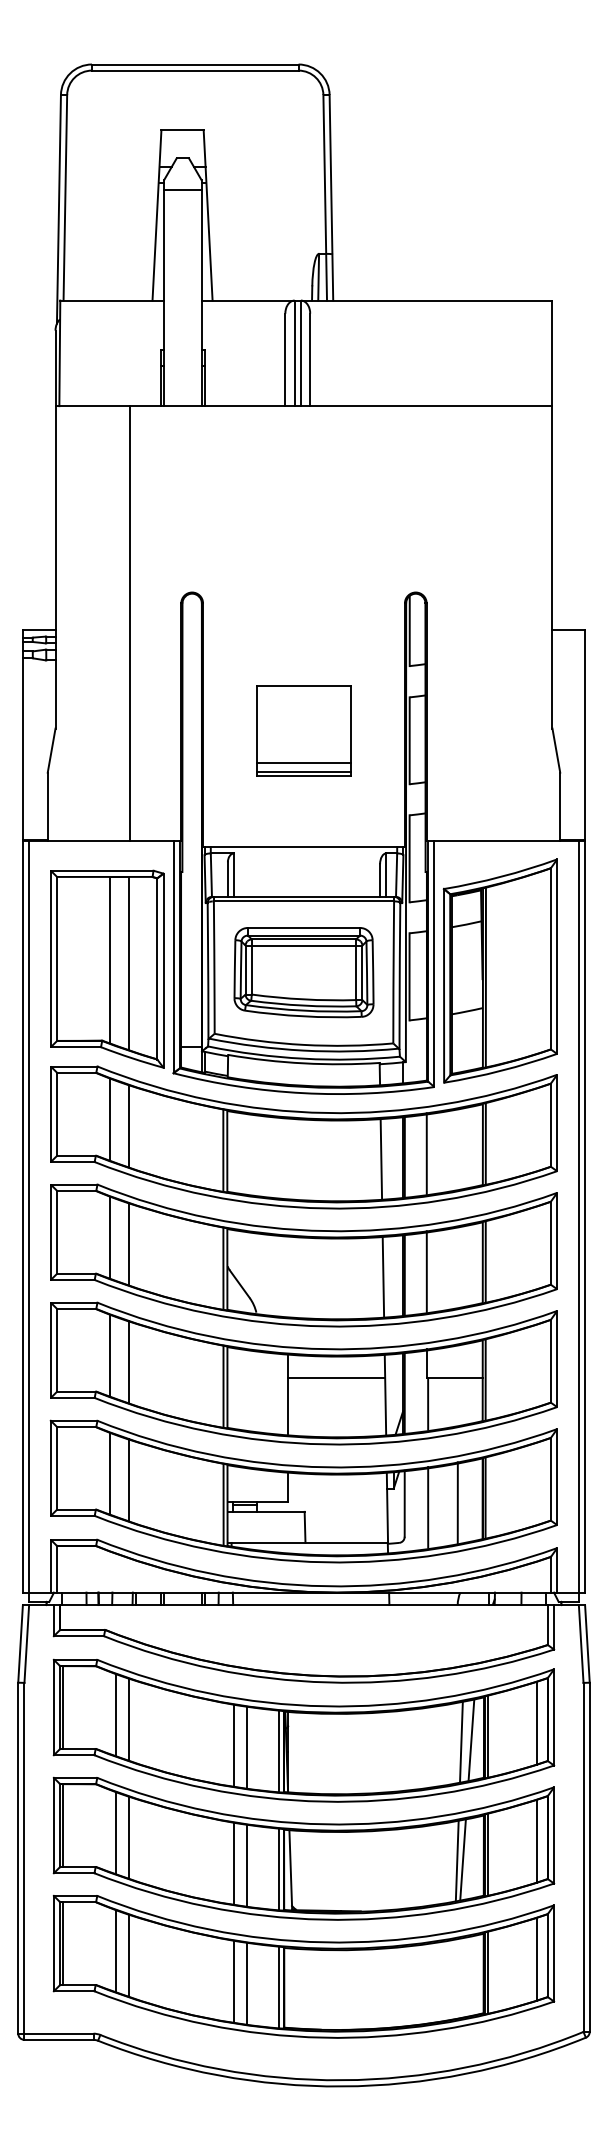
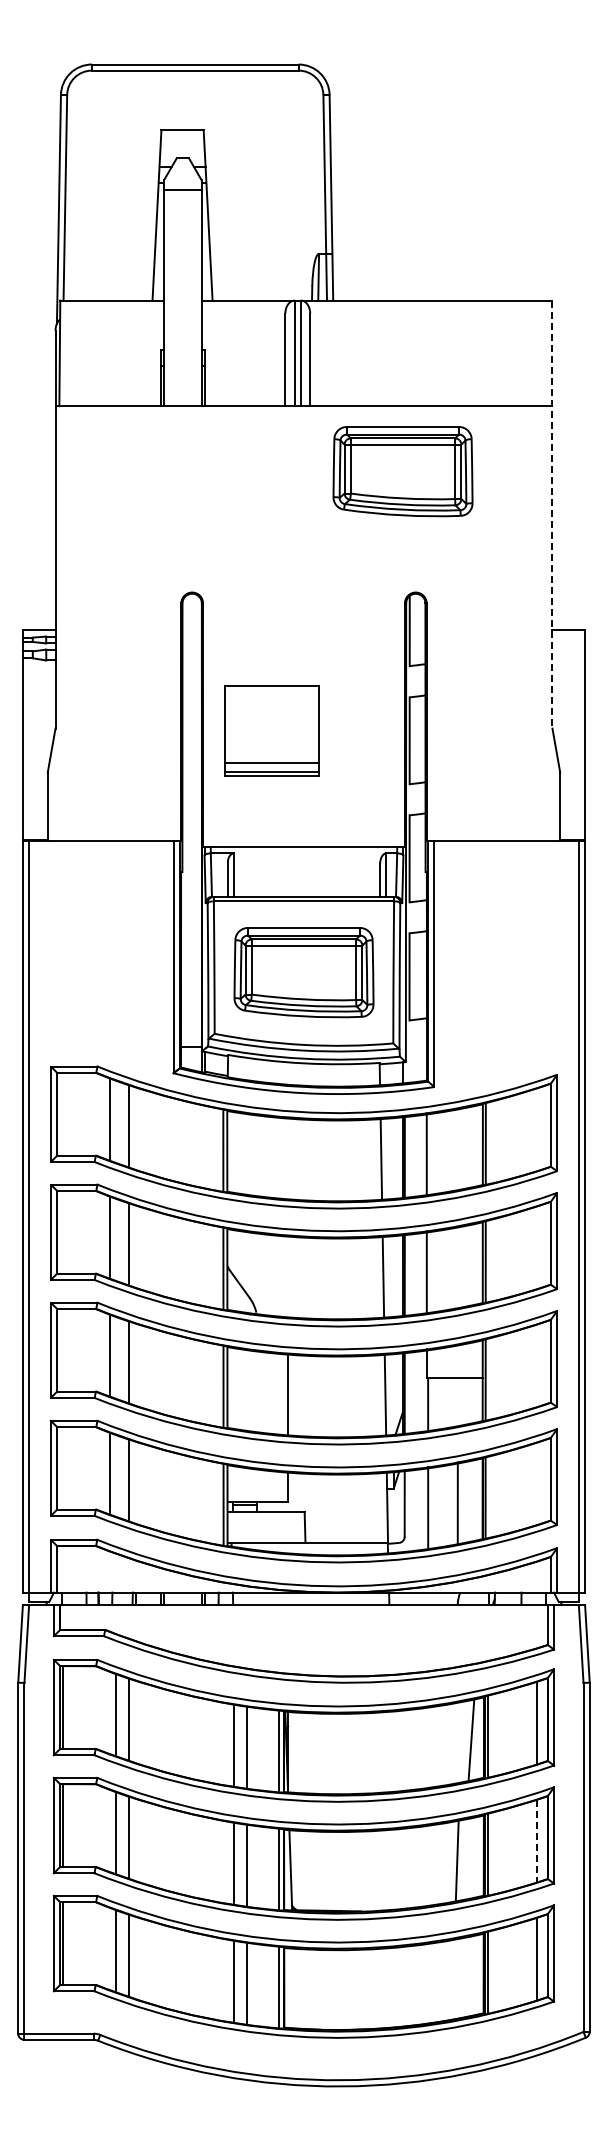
part at (402, 471): none -> present
line at (552, 515): solid -> dashed
line at (130, 623): present -> none
part at (303, 730) position: (303, 730) -> (271, 730)
part at (107, 968): present -> none
part at (499, 970): present -> none
line at (336, 1378): present -> none
line at (461, 1741): present -> none
line at (537, 1841): solid -> dashed
line at (462, 1858): present -> none
